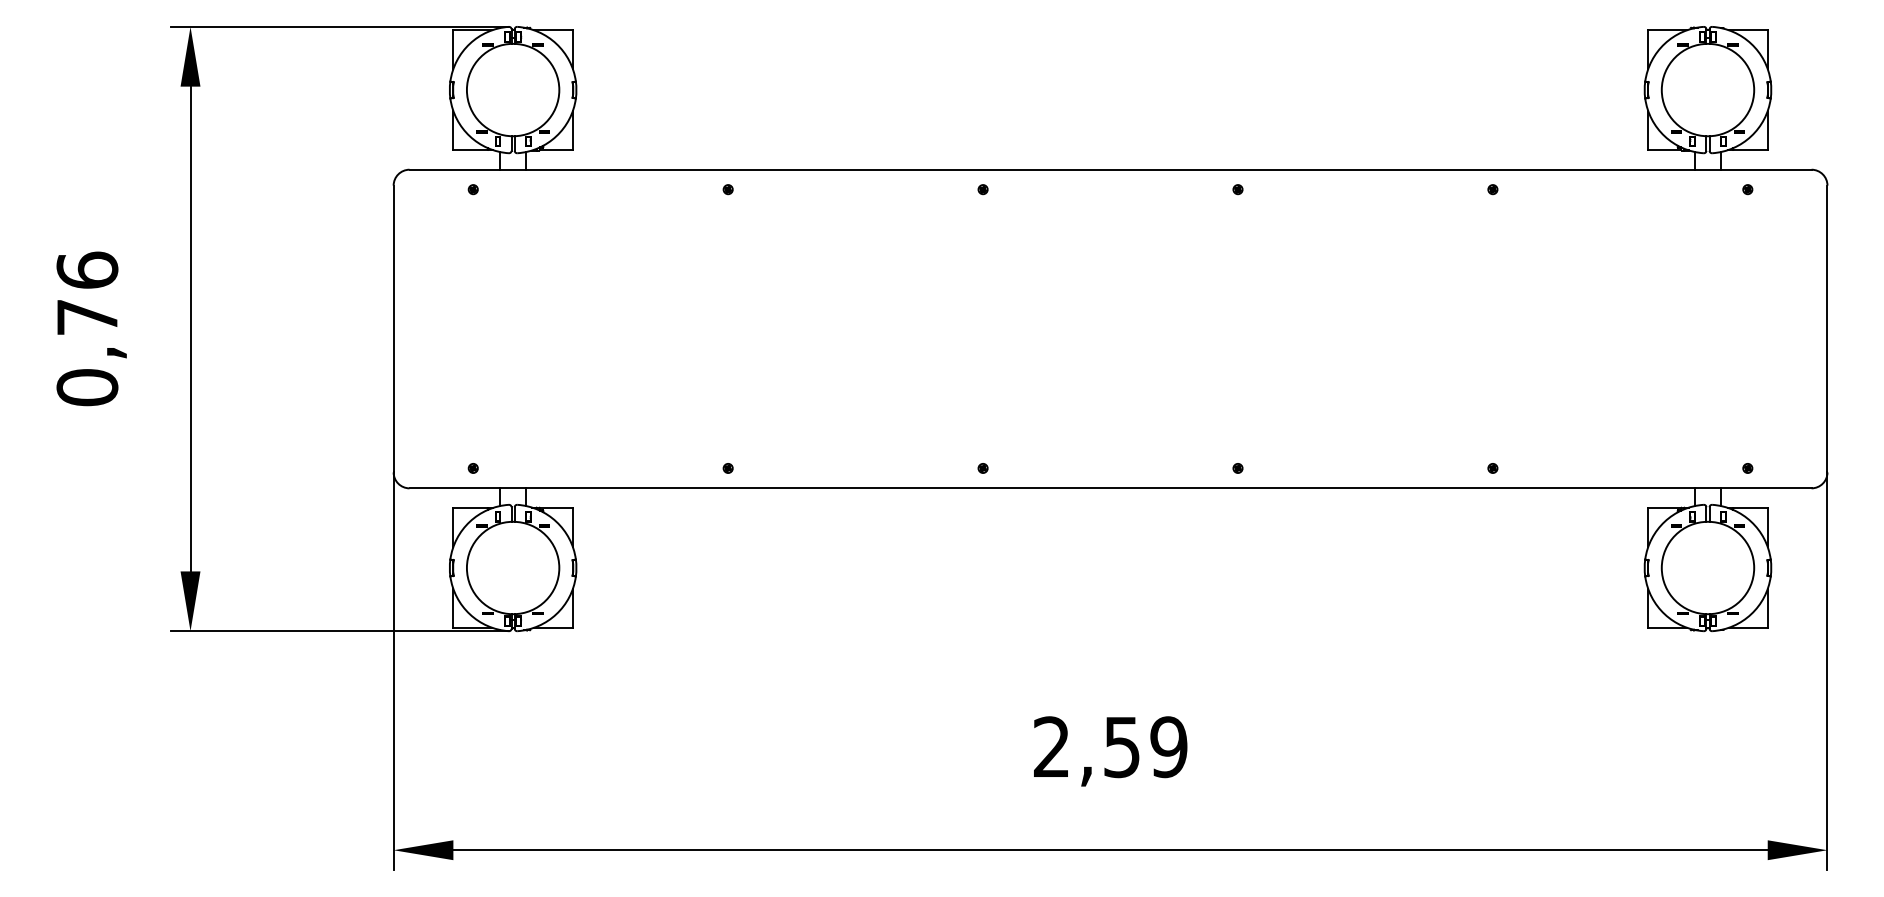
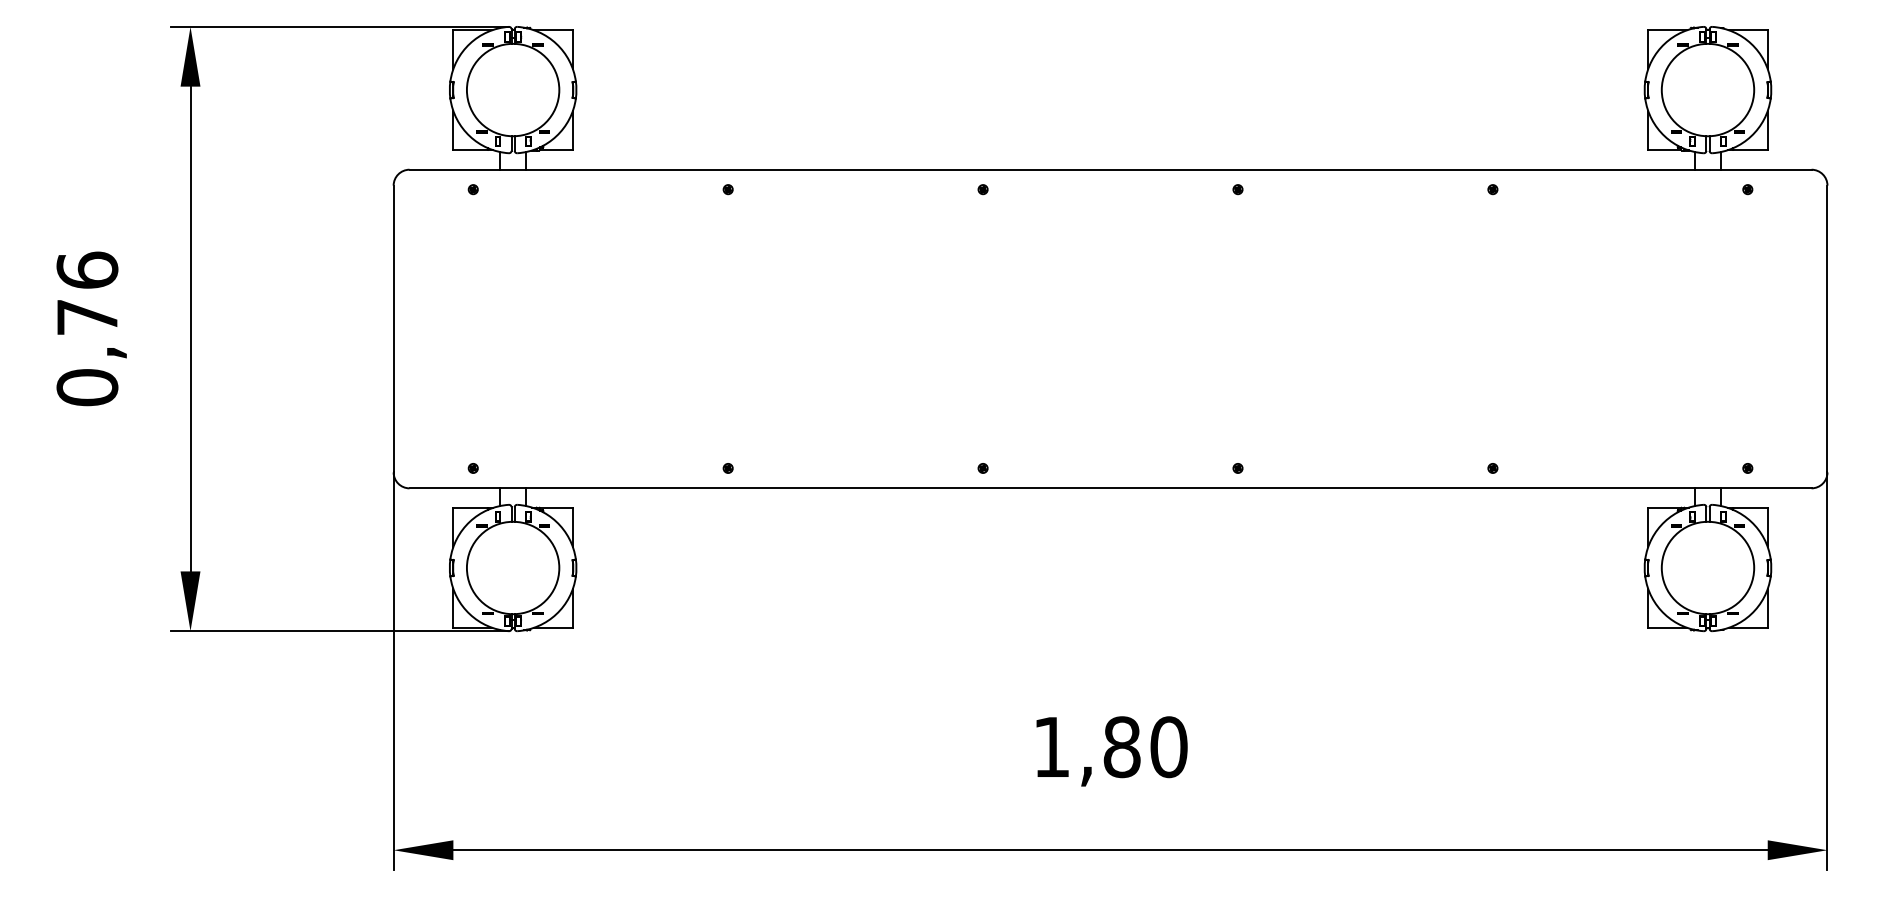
text at (1110, 747): 2,59 -> 1,80
